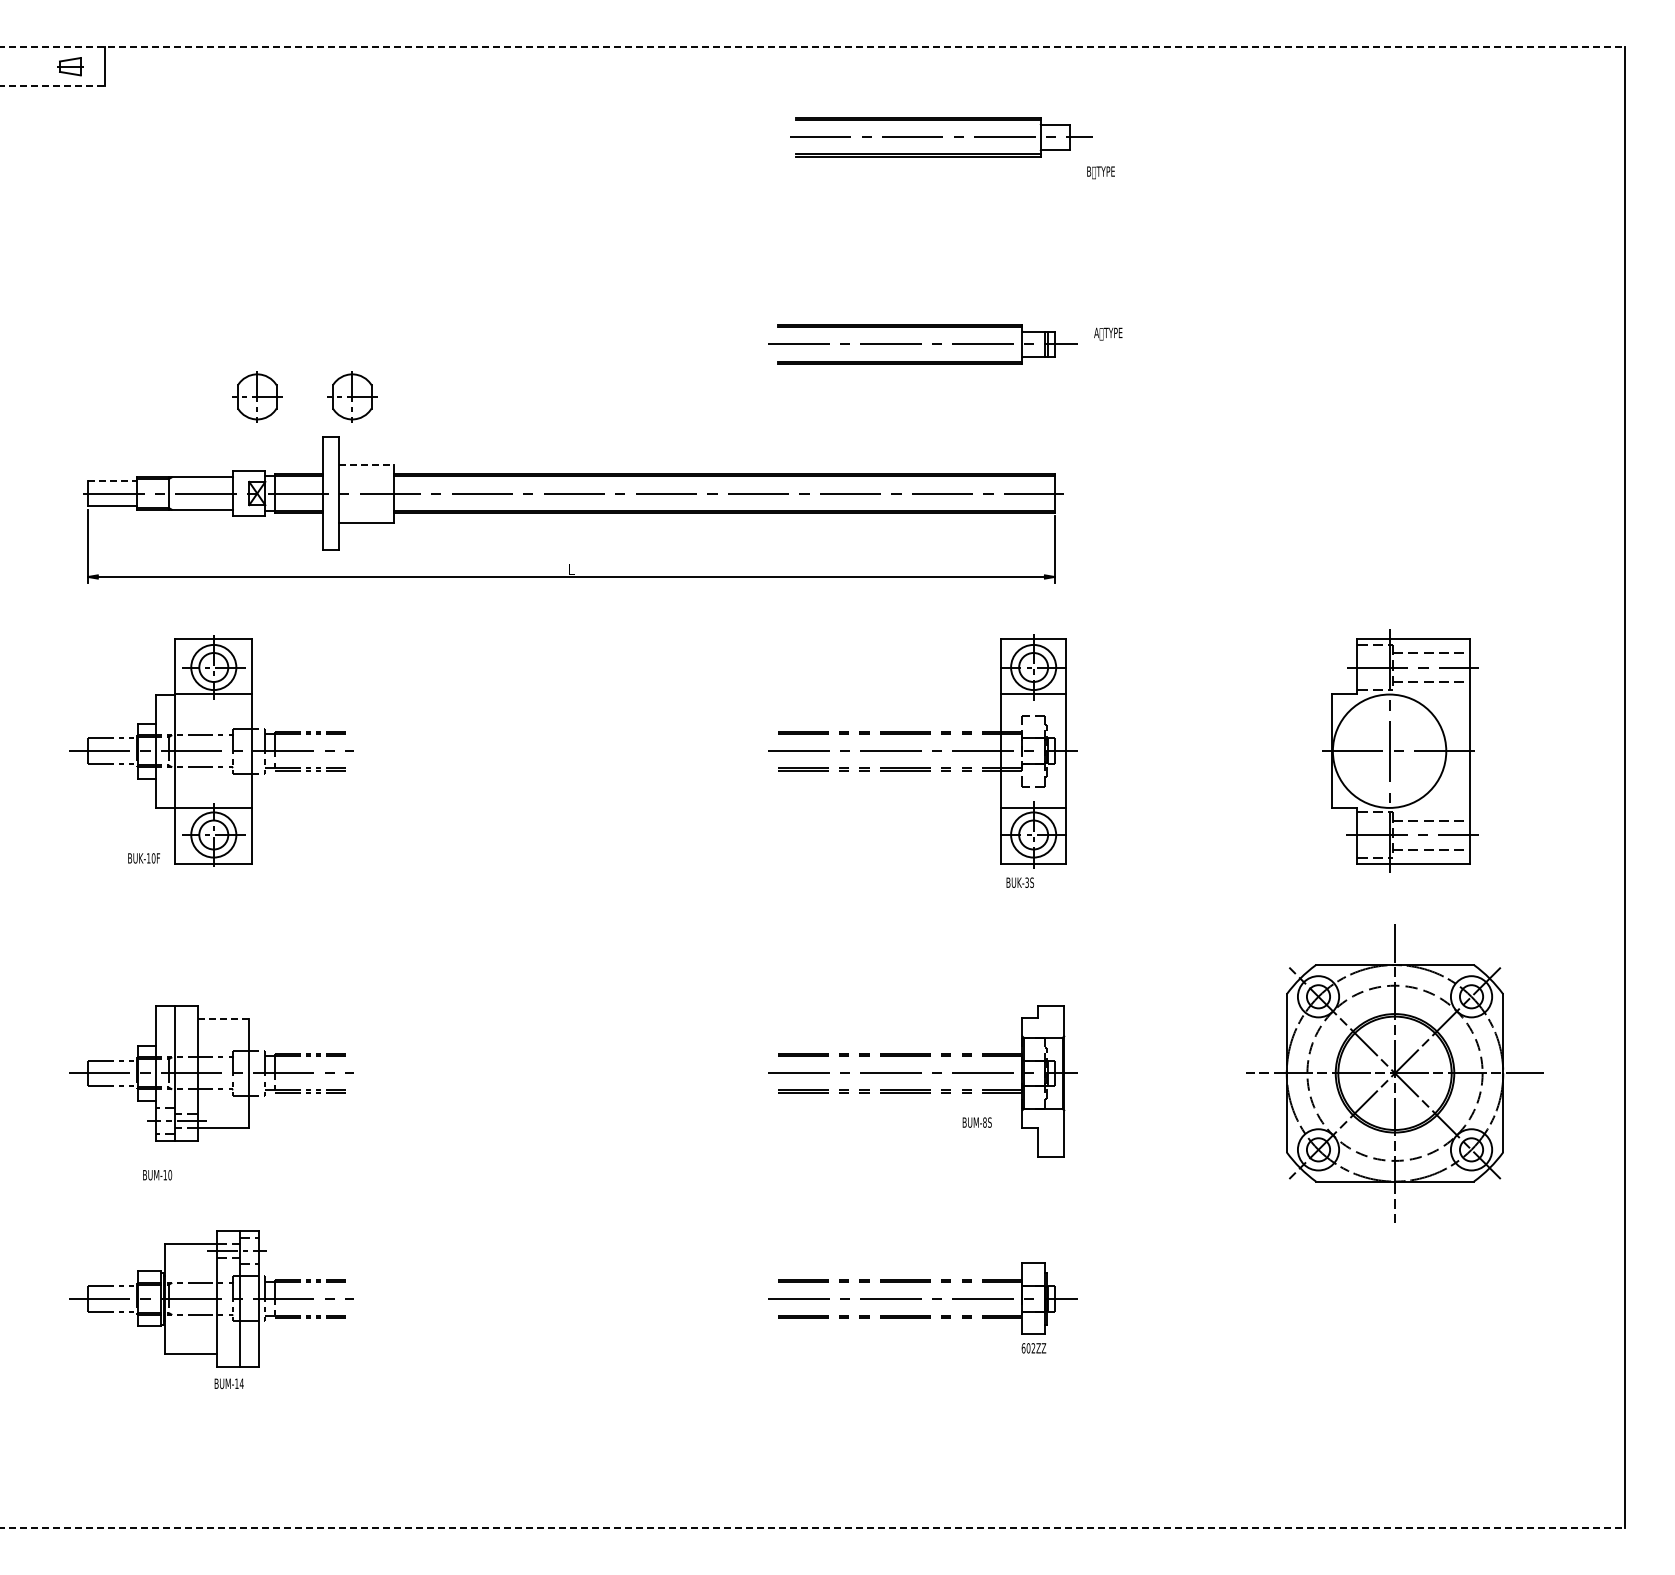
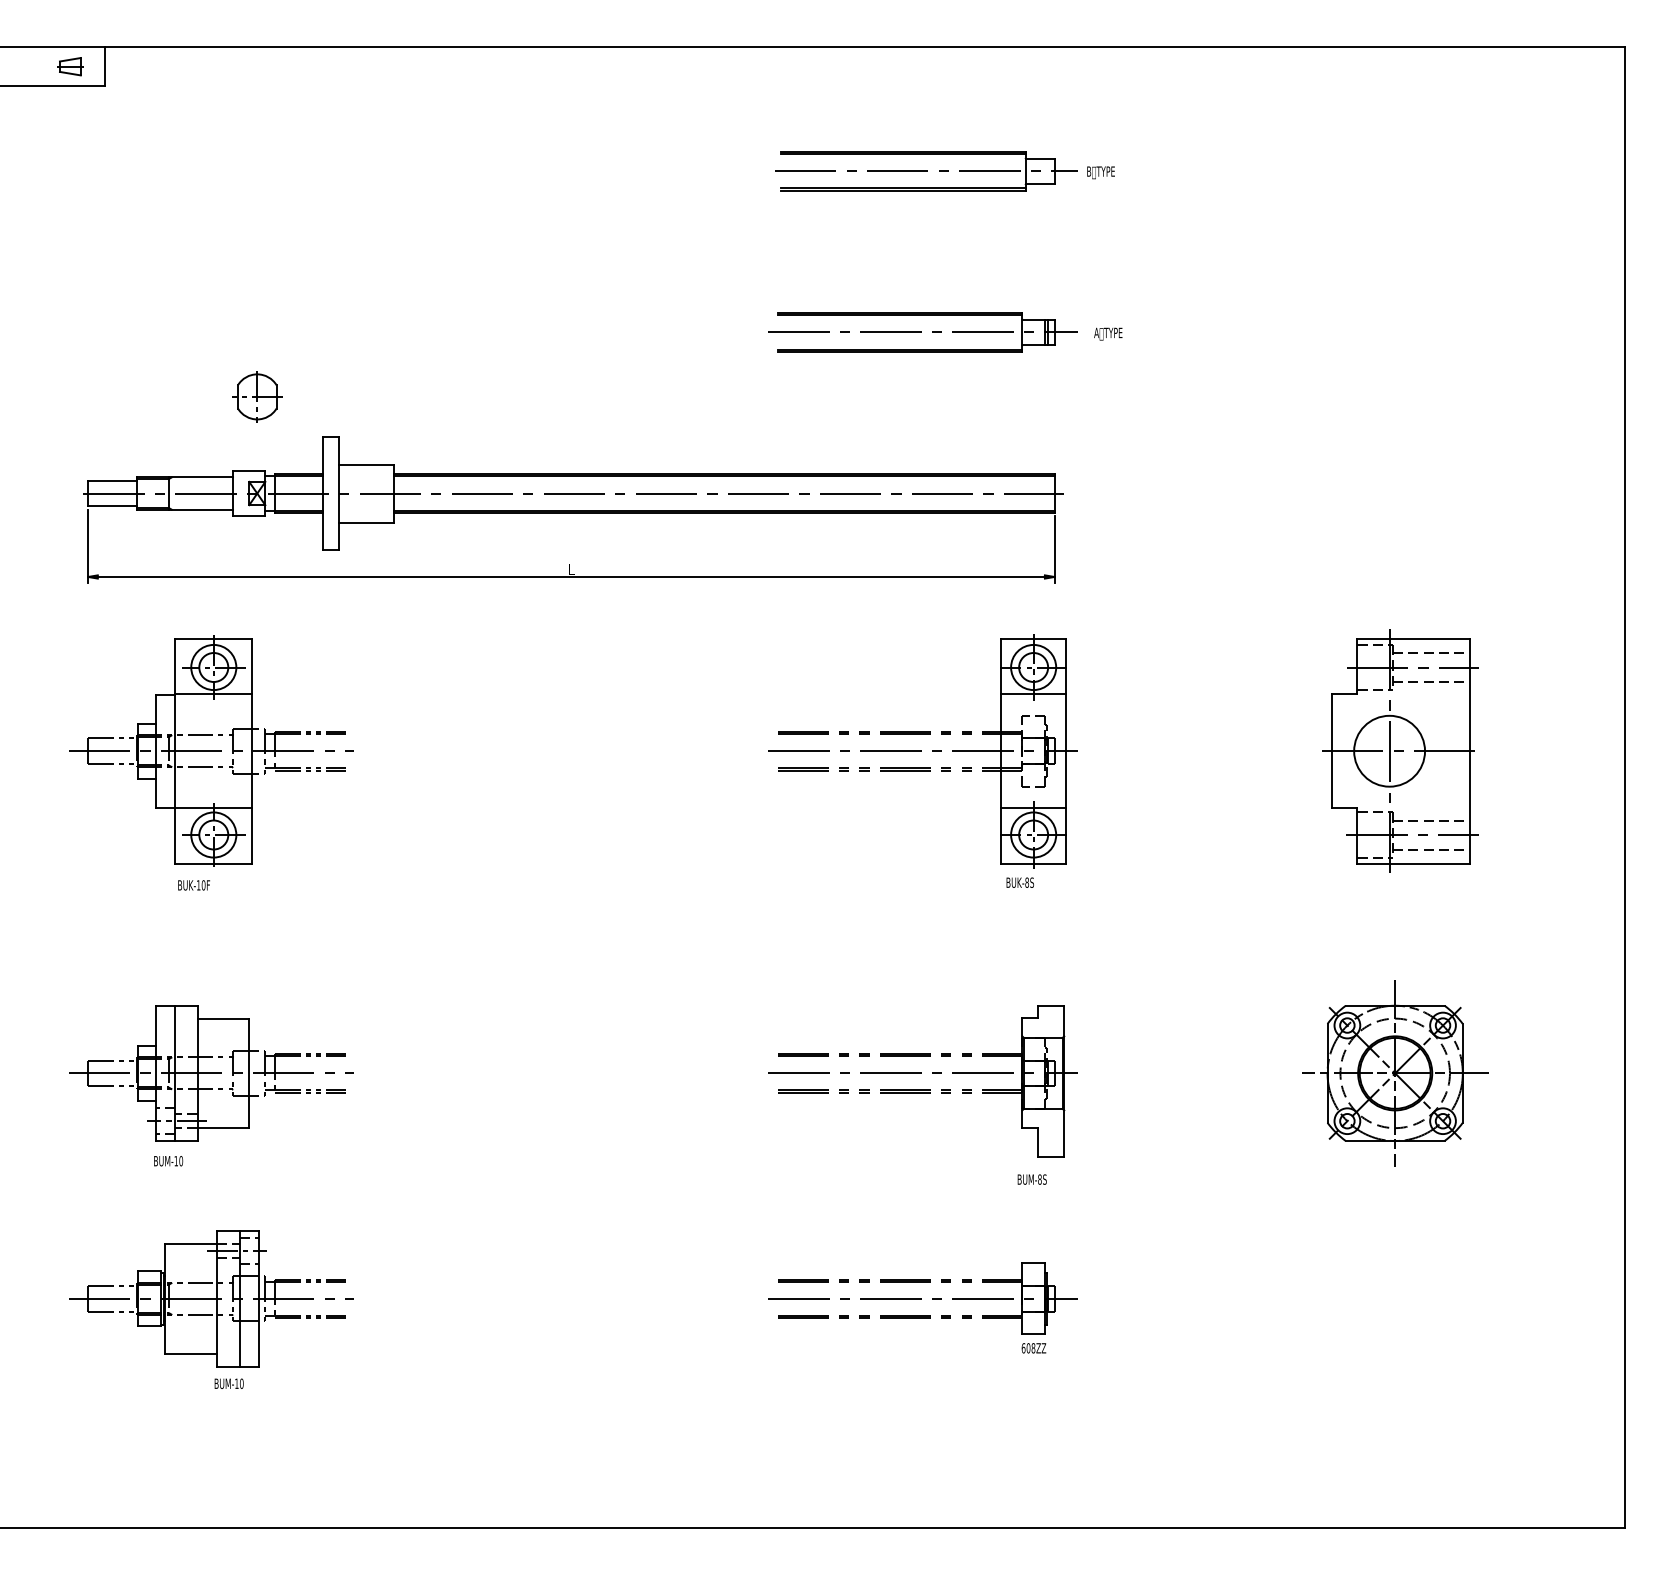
line at (812, 47): dashed -> solid
line at (53, 86): dashed -> solid
part at (941, 137) position: (941, 137) -> (926, 171)
part at (922, 344) position: (922, 344) -> (922, 332)
part at (352, 396): present -> none
line at (367, 464): dashed -> solid
line at (112, 480): dashed -> solid
circle at (1389, 750) diameter: 113 px -> 71 px
text at (144, 858) position: (144, 858) -> (194, 885)
text at (1026, 882): BUK-3S -> BUK-8S
line at (223, 1018): dashed -> solid
part at (1394, 1073) size: 298x299 px -> 187x187 px
text at (976, 1122) position: (976, 1122) -> (1031, 1179)
text at (157, 1175) position: (157, 1175) -> (168, 1161)
text at (1033, 1348): 602ZZ -> 608ZZ
text at (241, 1383): BUM-14 -> BUM-10
line at (812, 1527): dashed -> solid
